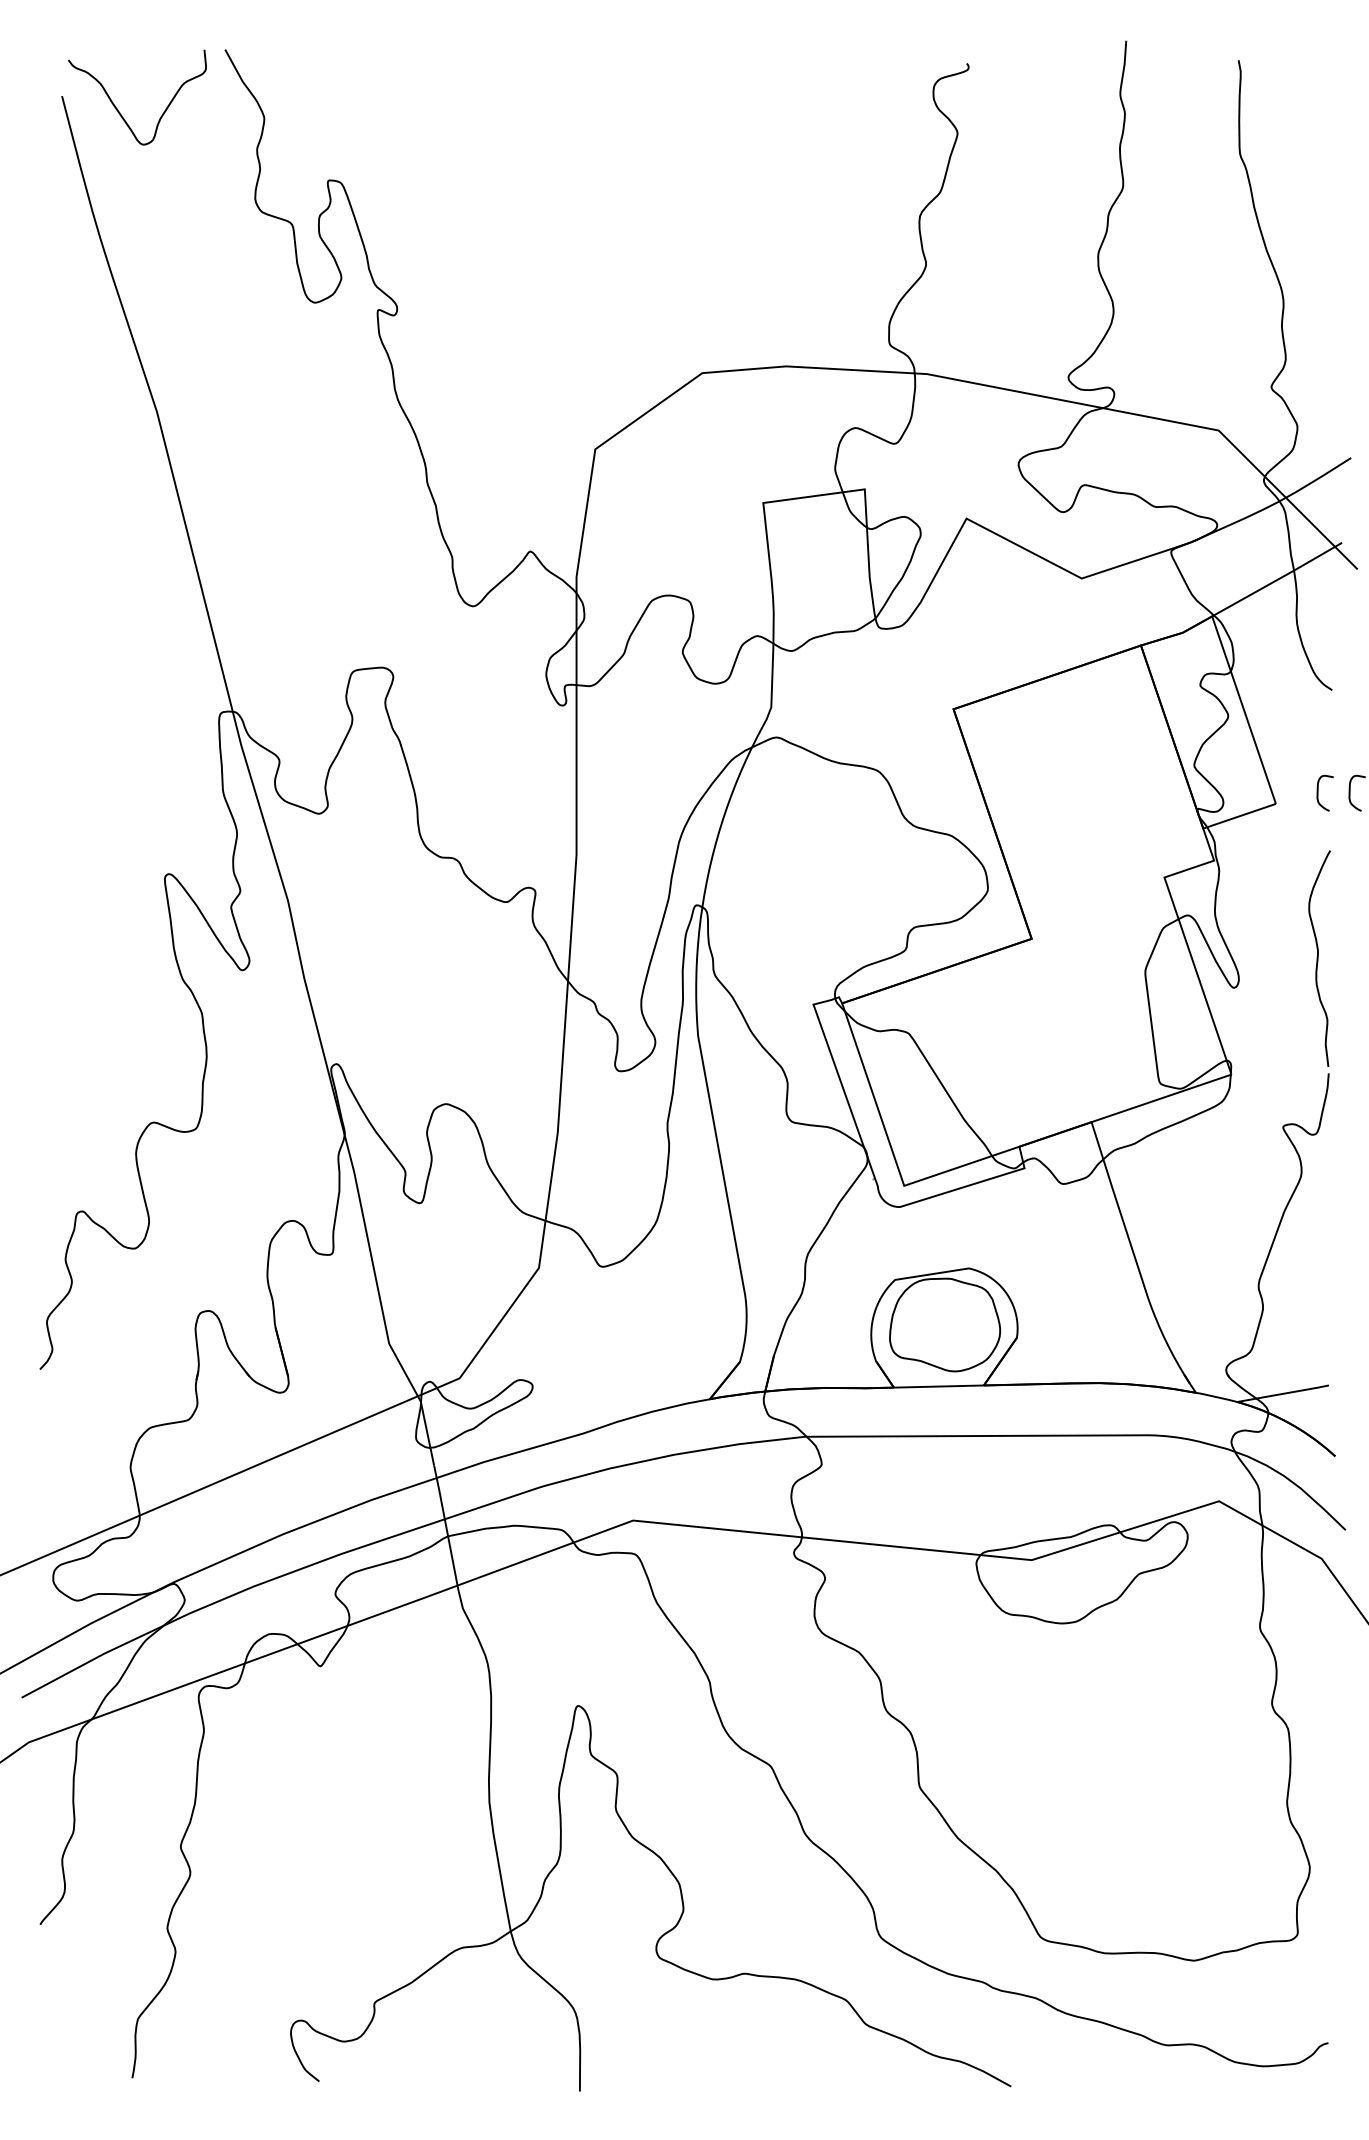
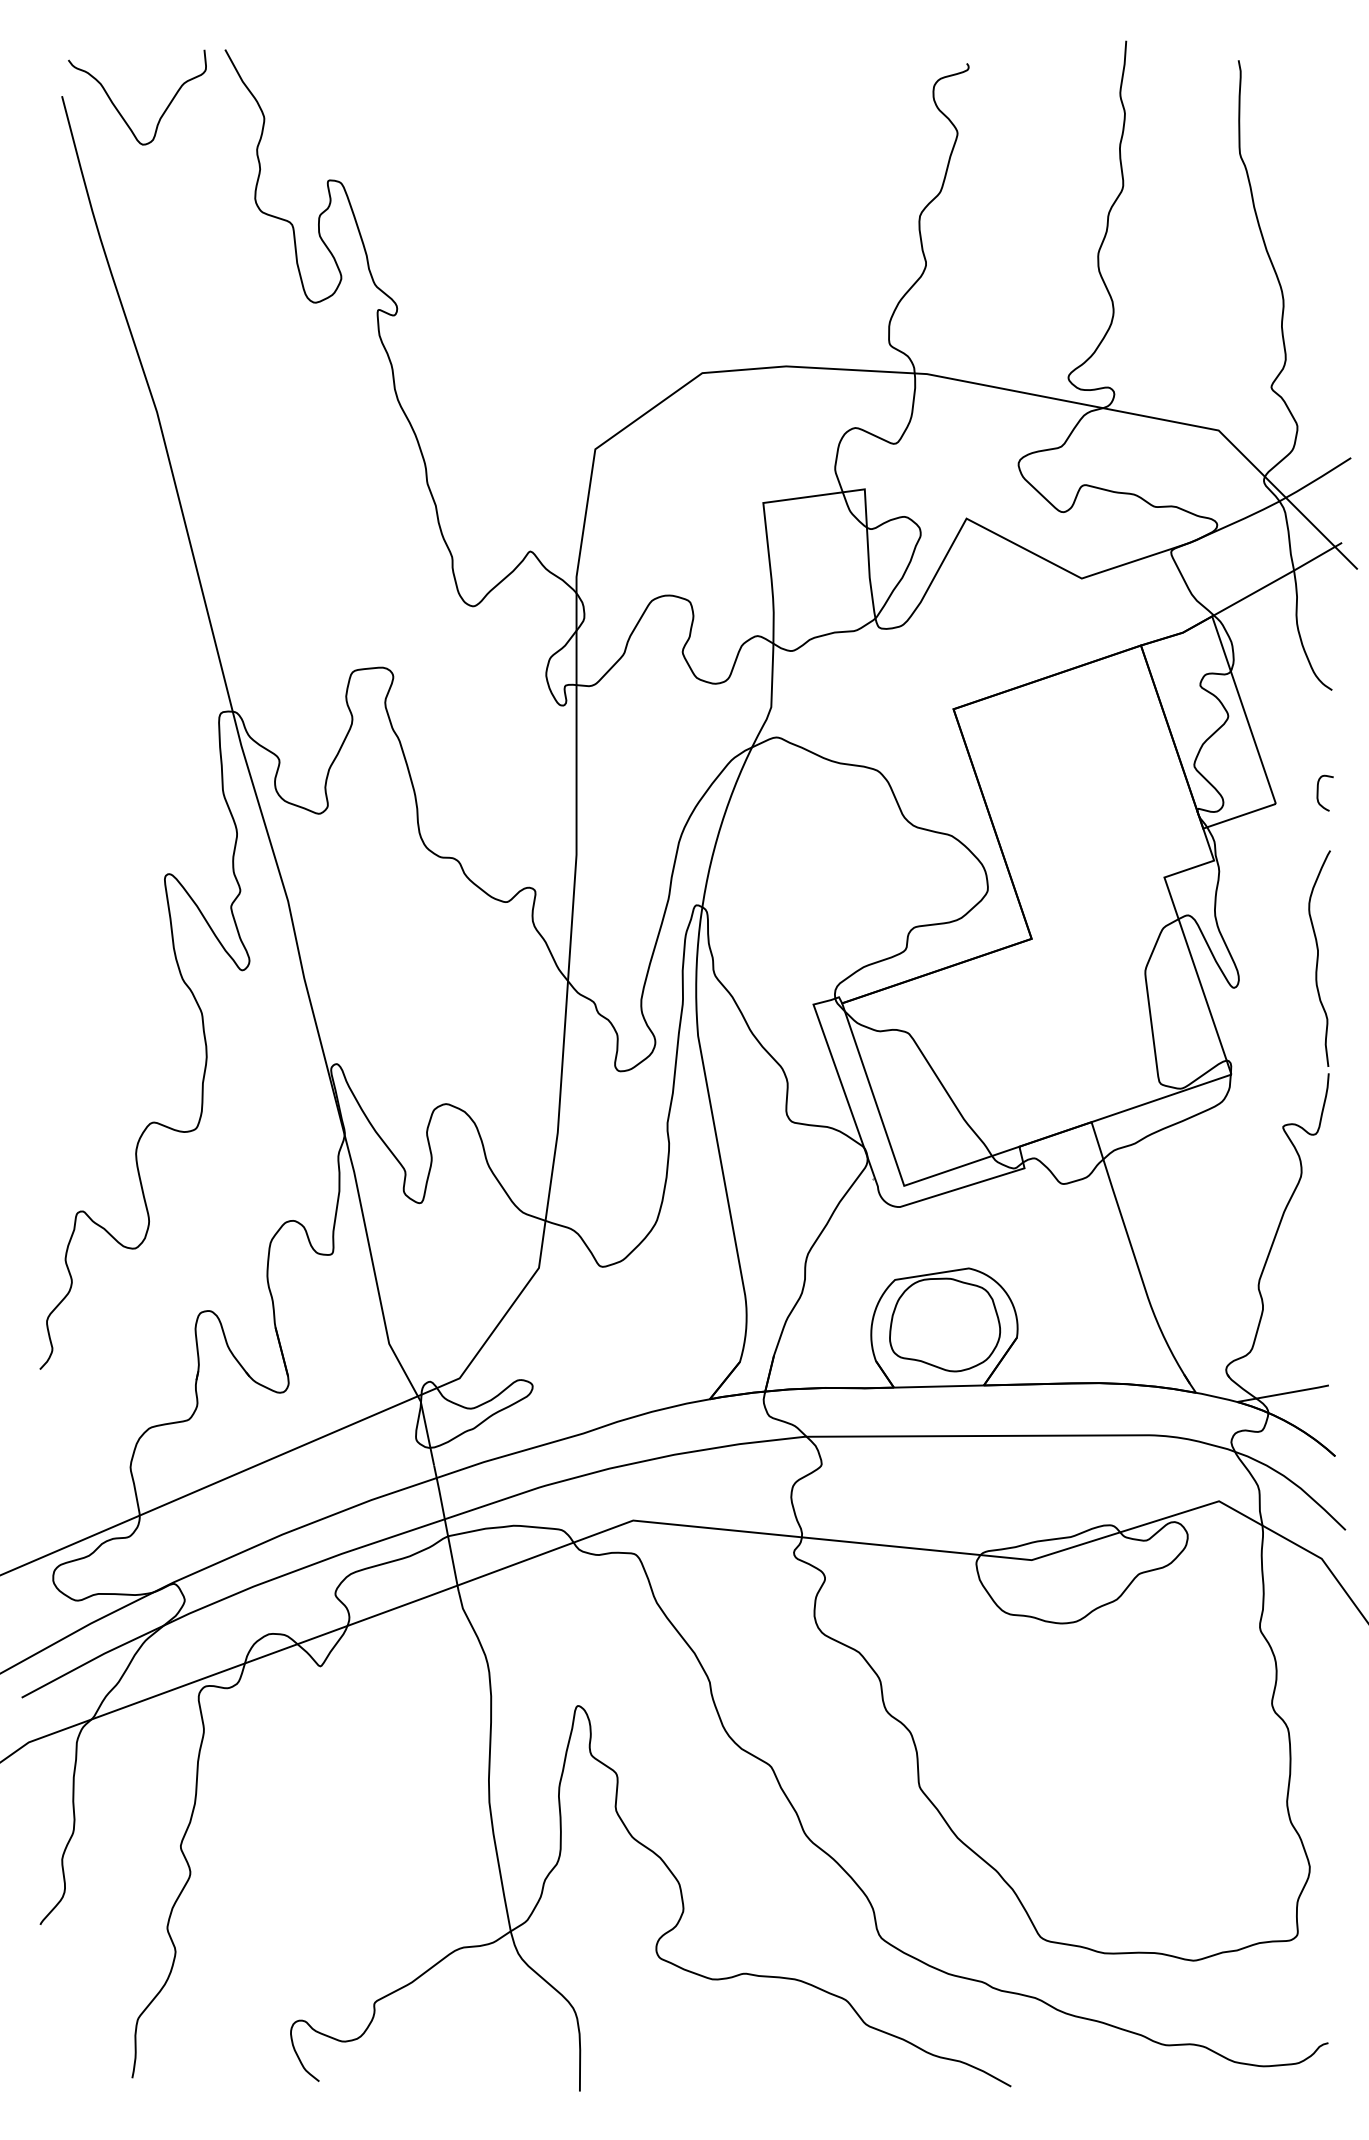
curve at (1350, 792): present -> none
